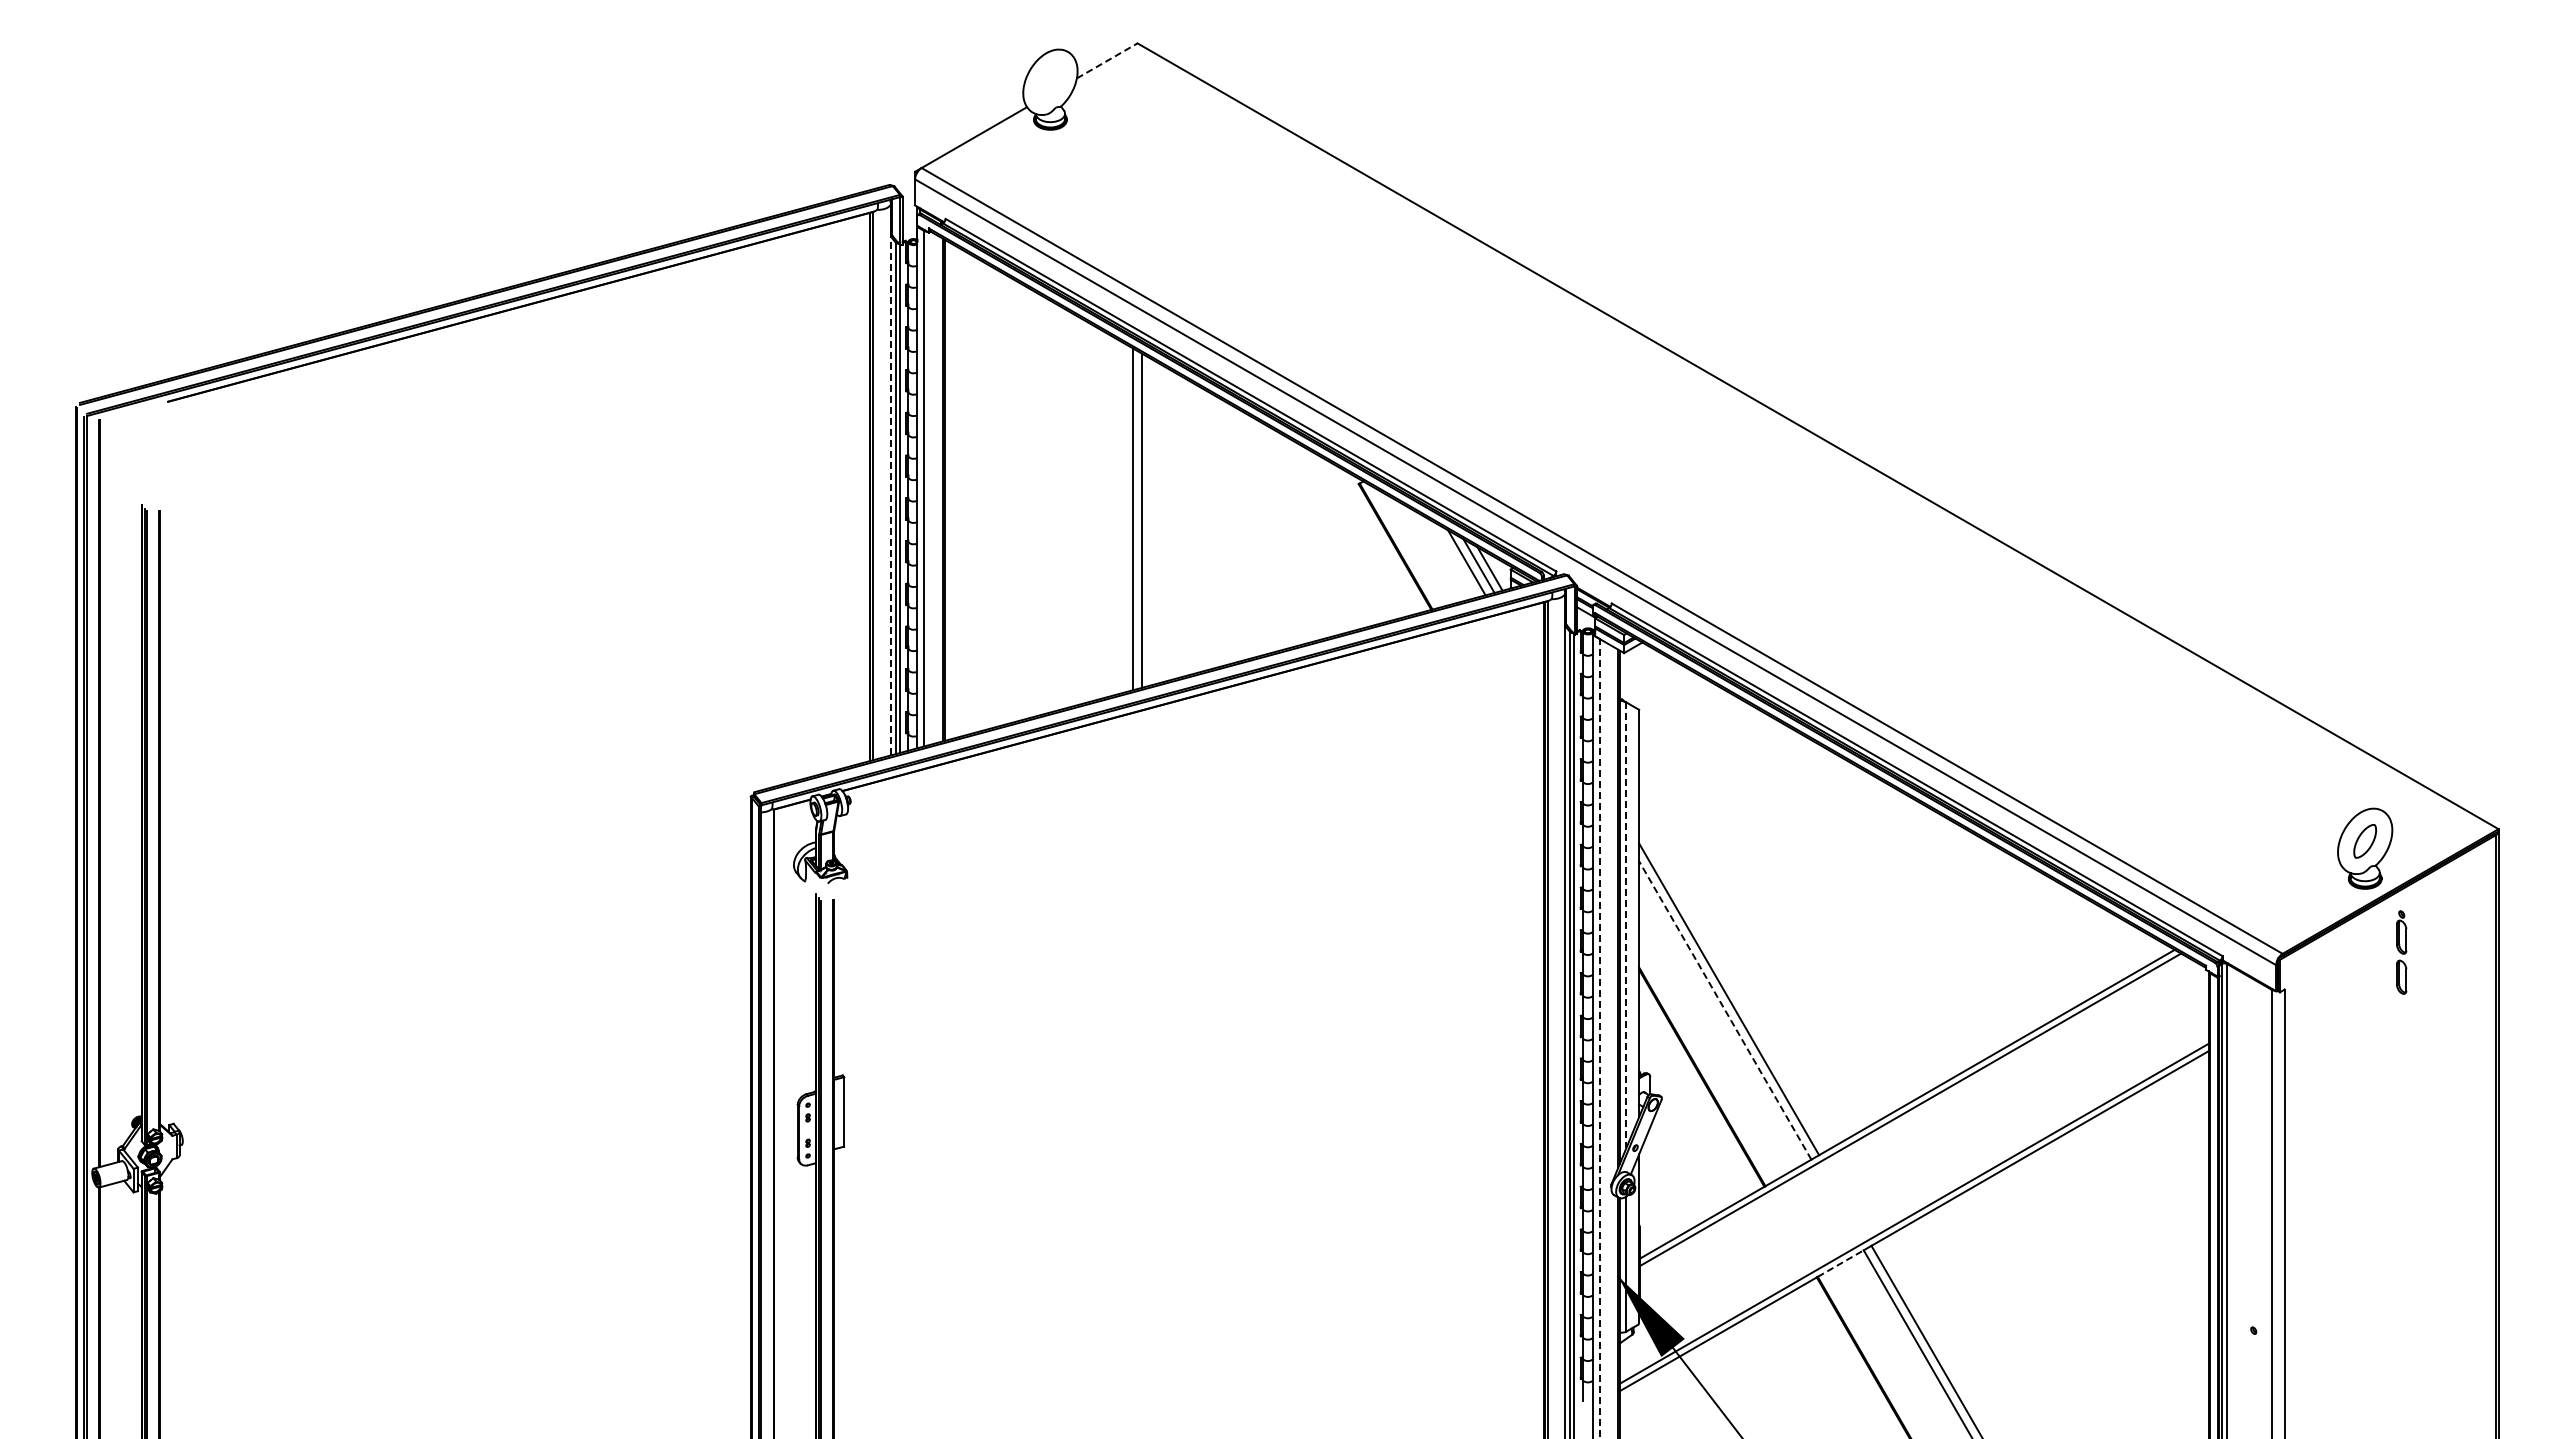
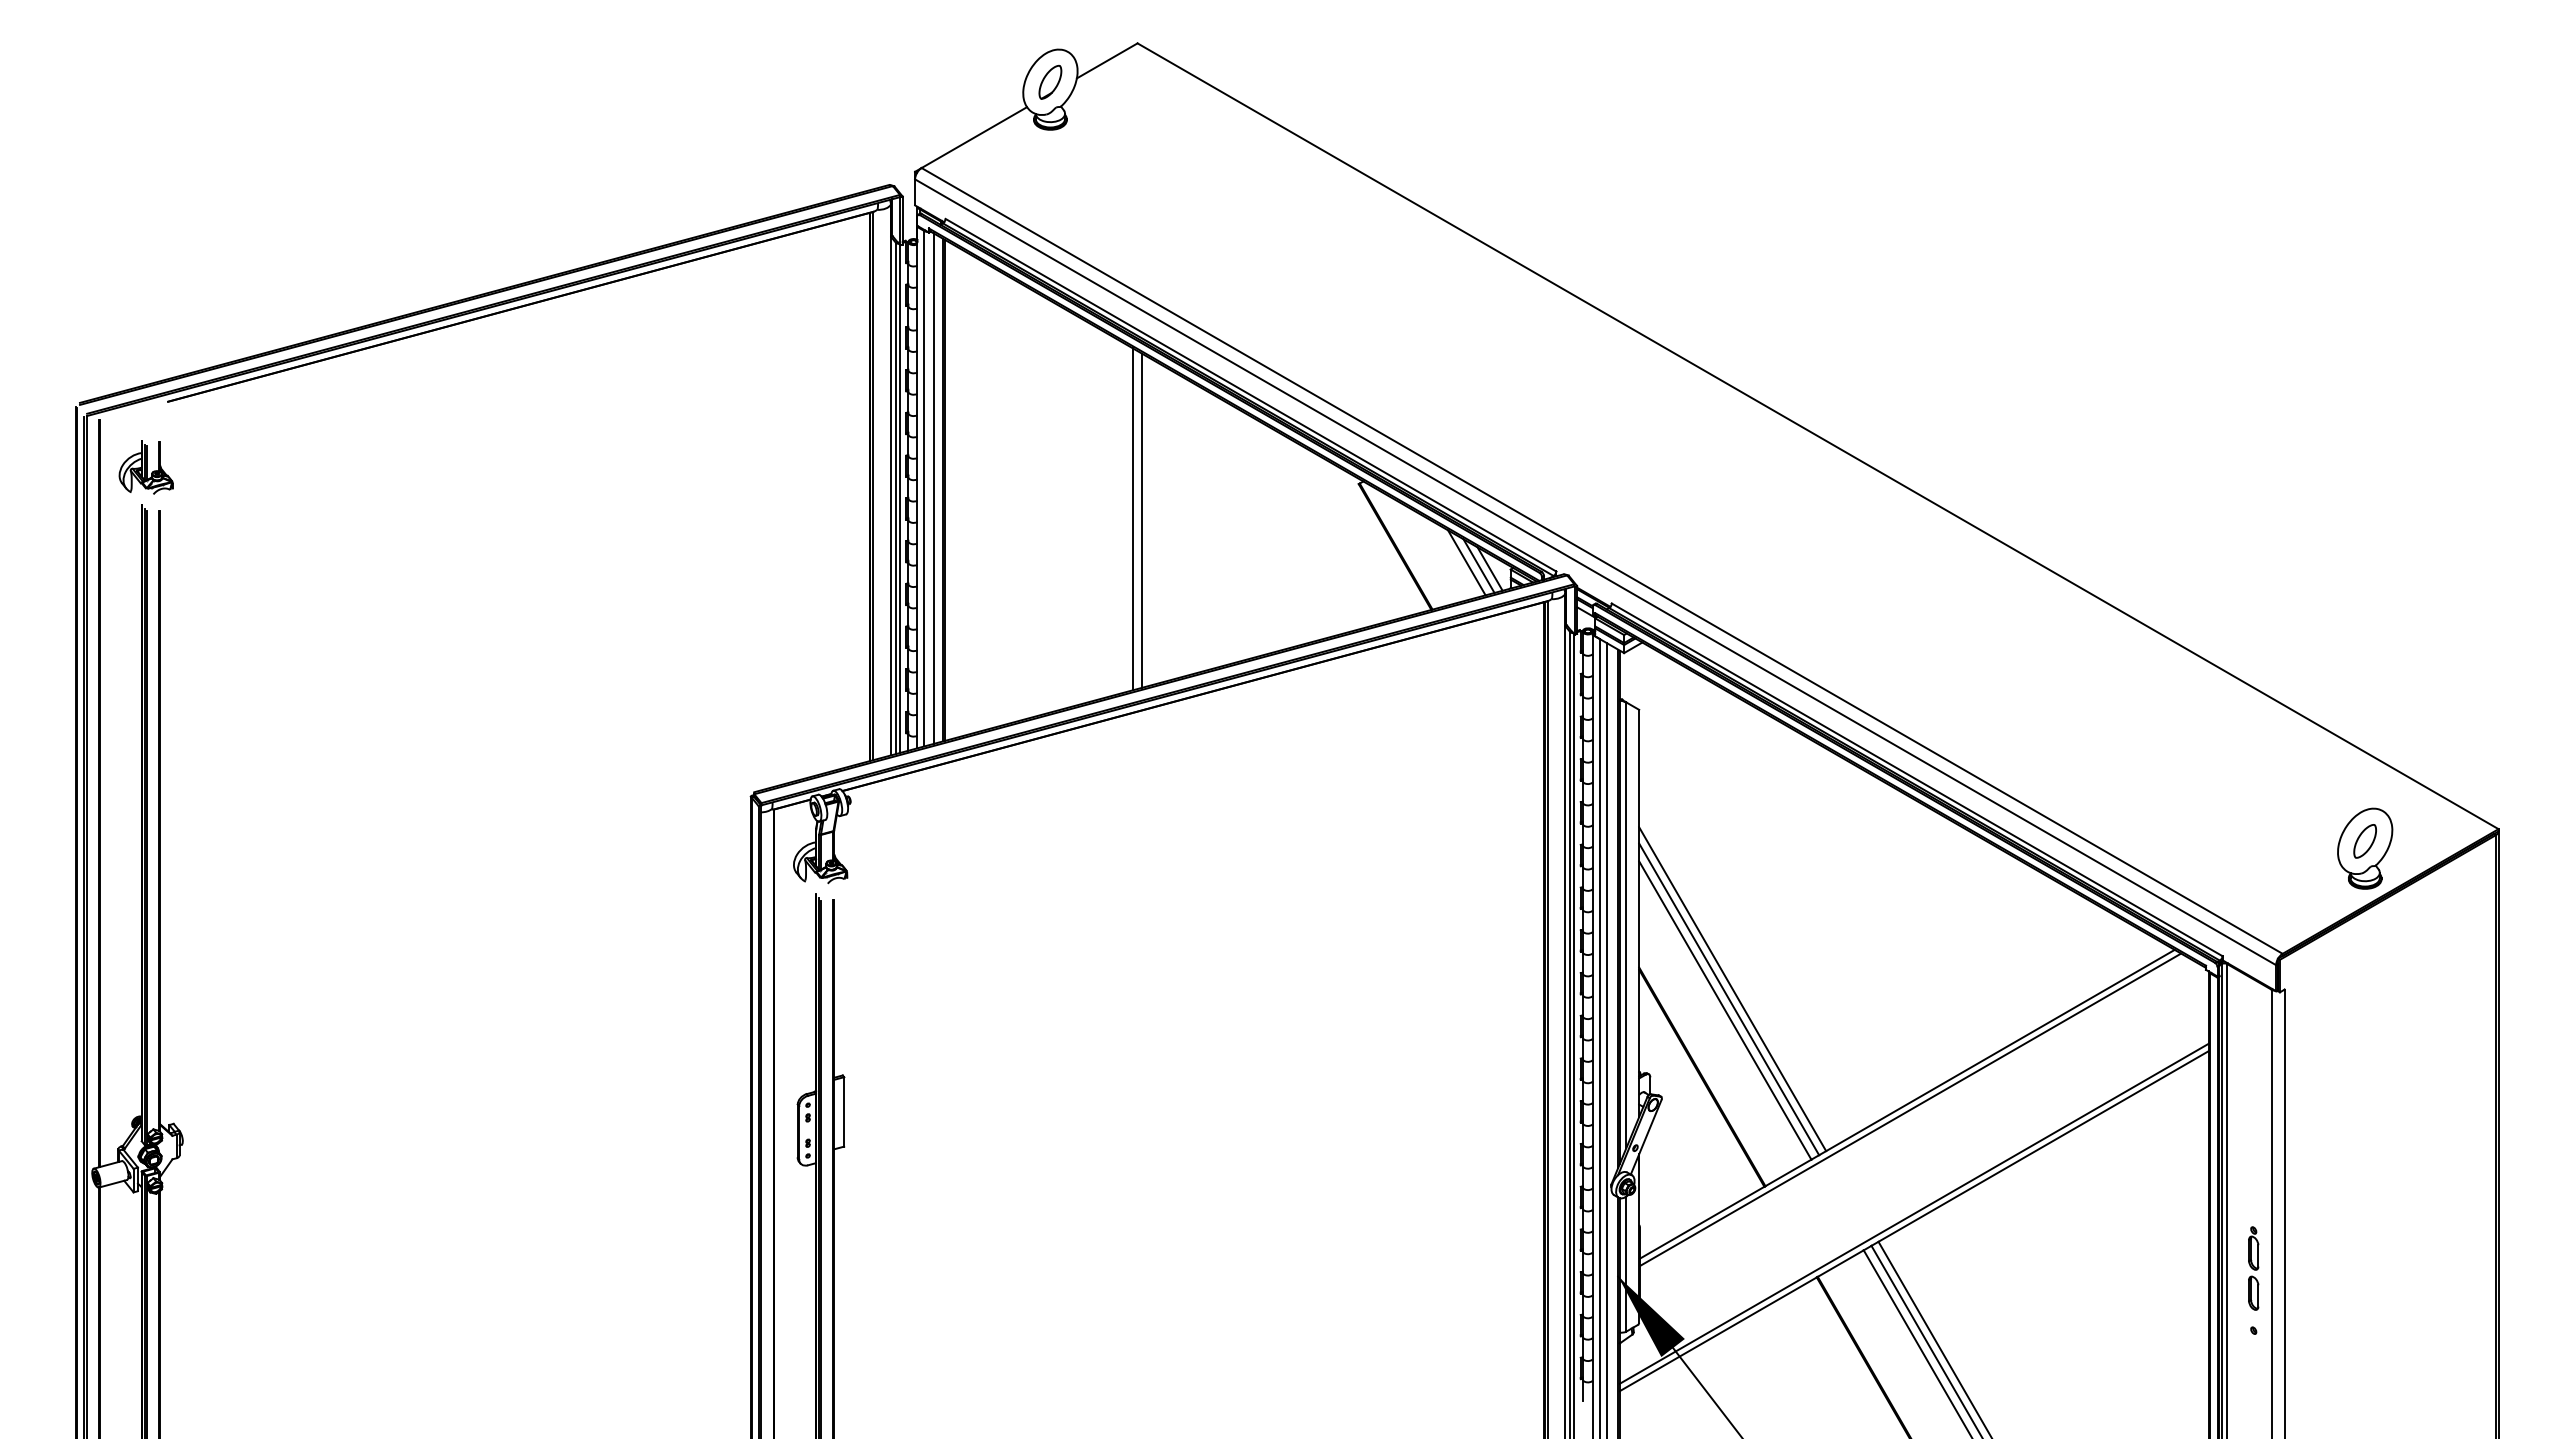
line at (1107, 60): dashed -> solid
part at (1050, 82): none -> present
part at (145, 467): none -> present
line at (890, 479): dashed -> solid
line at (933, 488): none -> present
line at (1626, 925): dashed -> solid
part at (2401, 952) position: (2401, 952) -> (2253, 1268)
line at (1732, 989): none -> present
line at (1725, 1010): dashed -> solid
line at (1599, 1038): dashed -> solid
line at (1606, 1039): none -> present
line at (1840, 1263): dashed -> solid
line at (1934, 1338): none -> present
